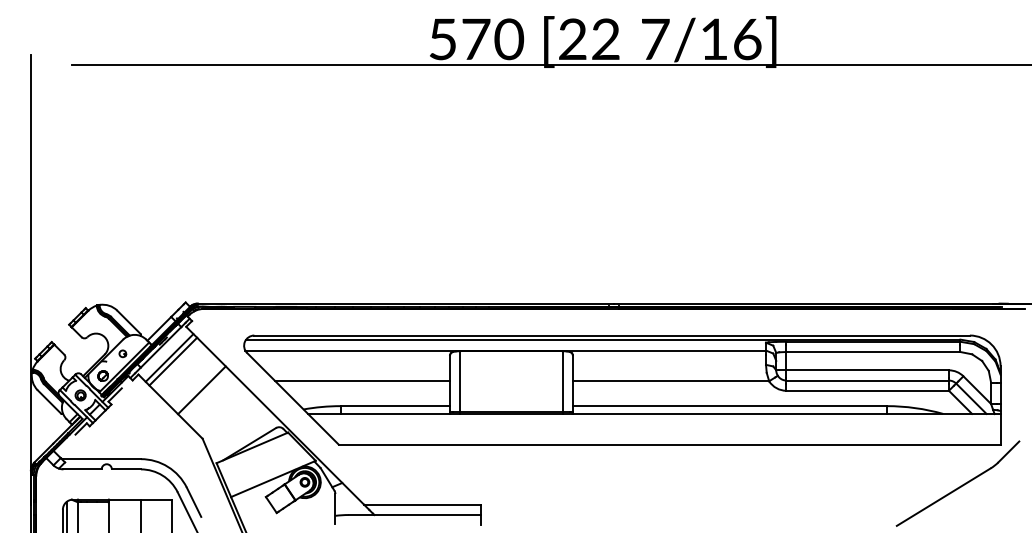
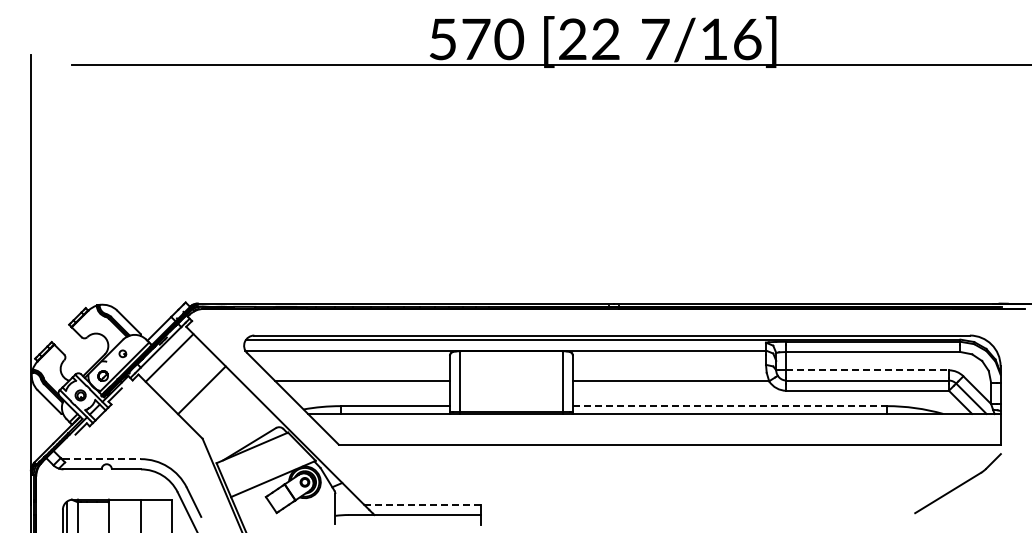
line at (173, 361): present -> none
line at (868, 370): solid -> dashed
line at (730, 406): solid -> dashed
line at (102, 459): solid -> dashed
part at (957, 483) size: 126x87 px -> 88x62 px
line at (422, 504): solid -> dashed
